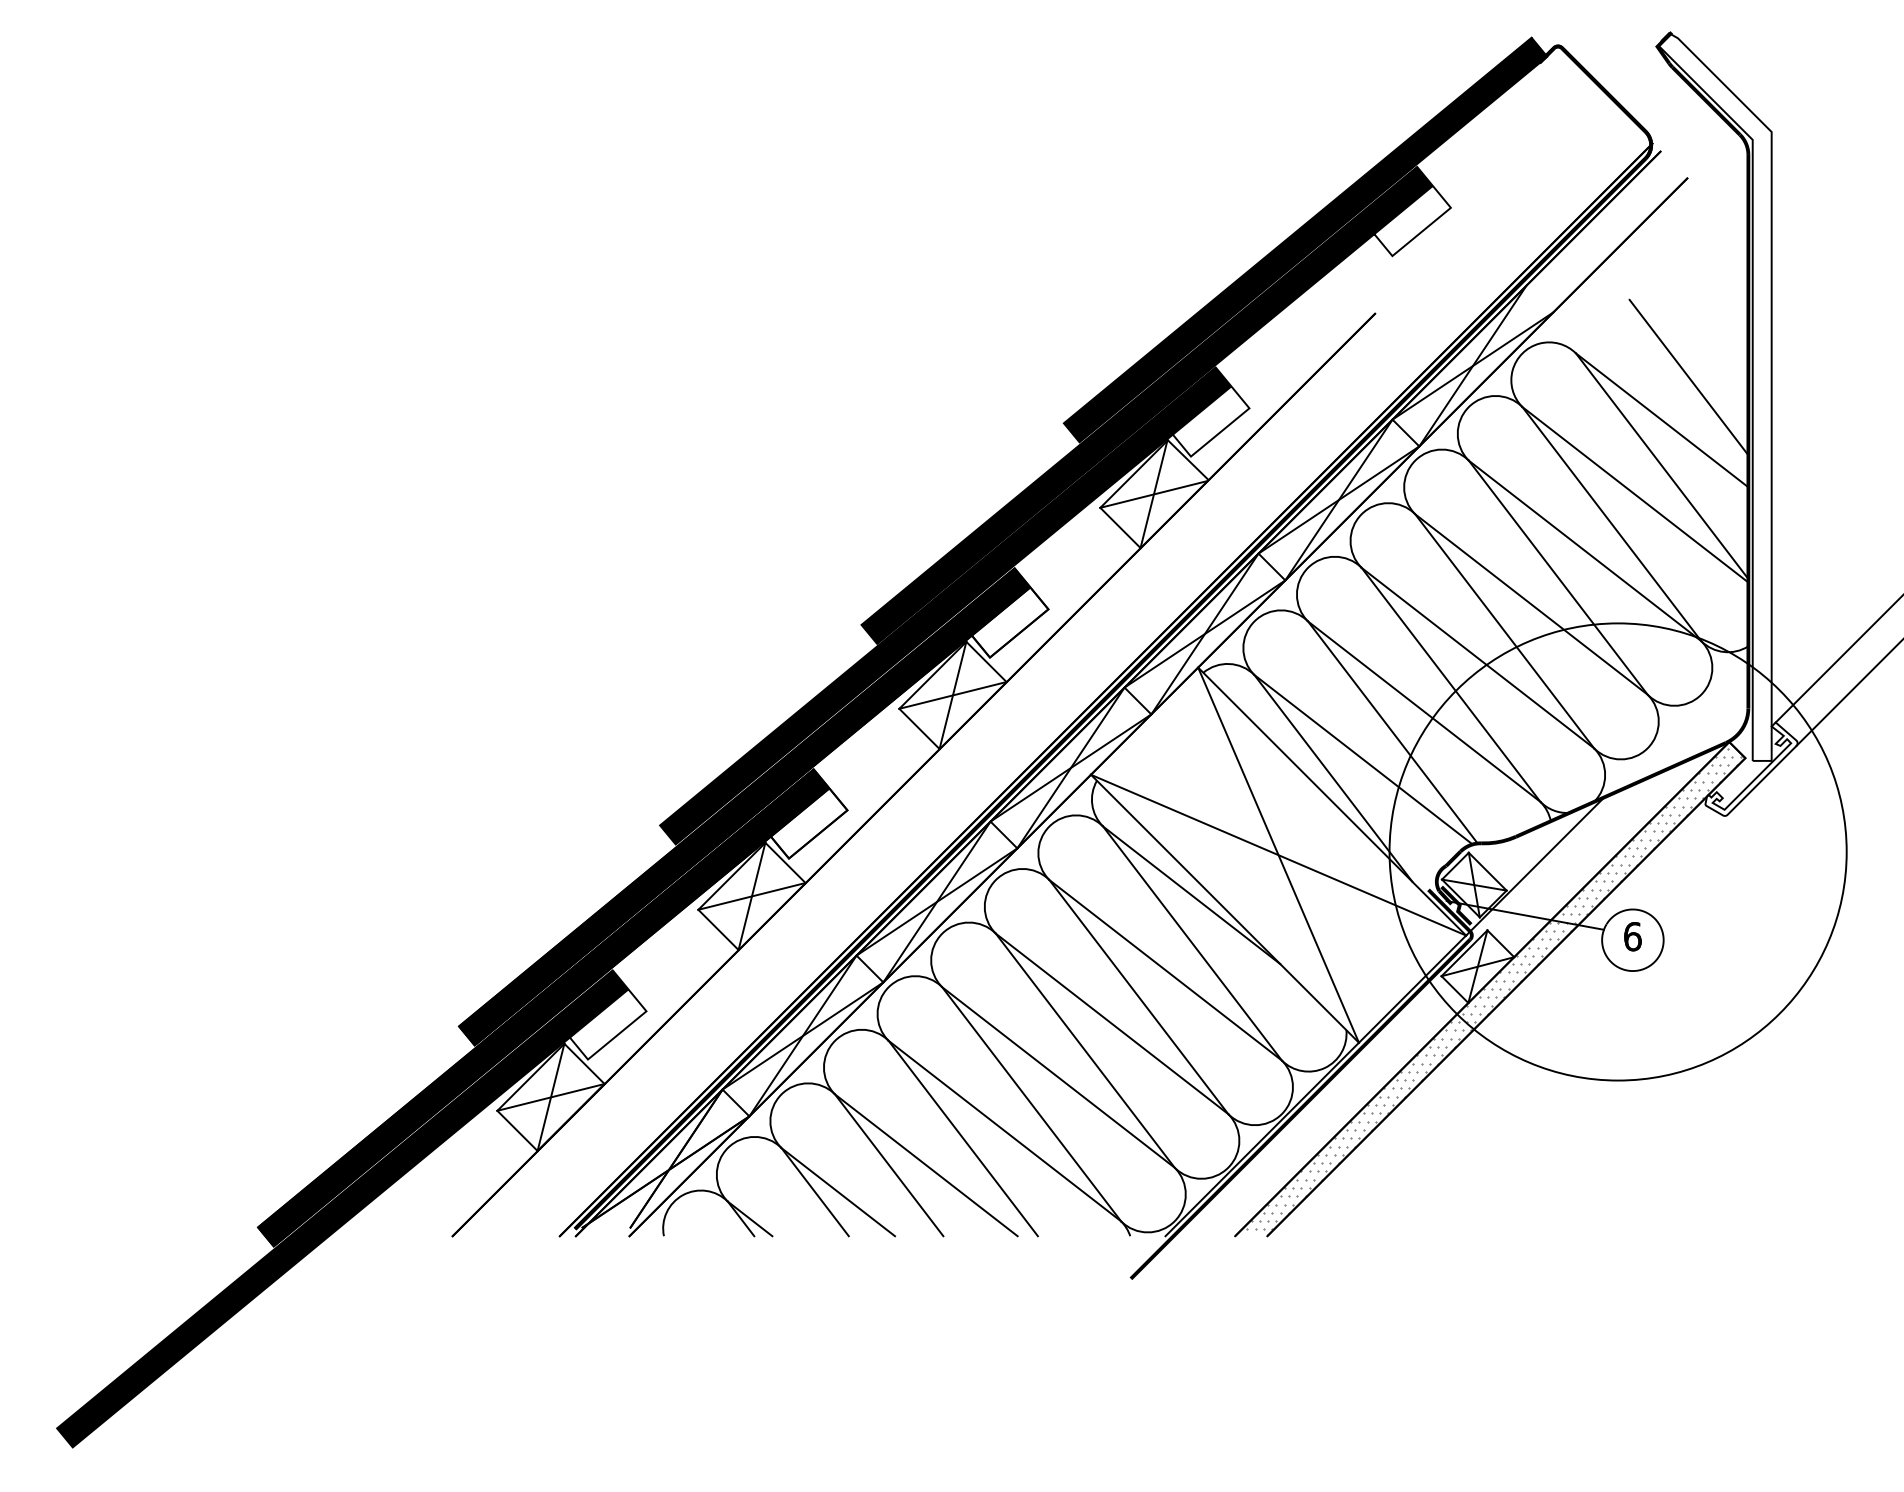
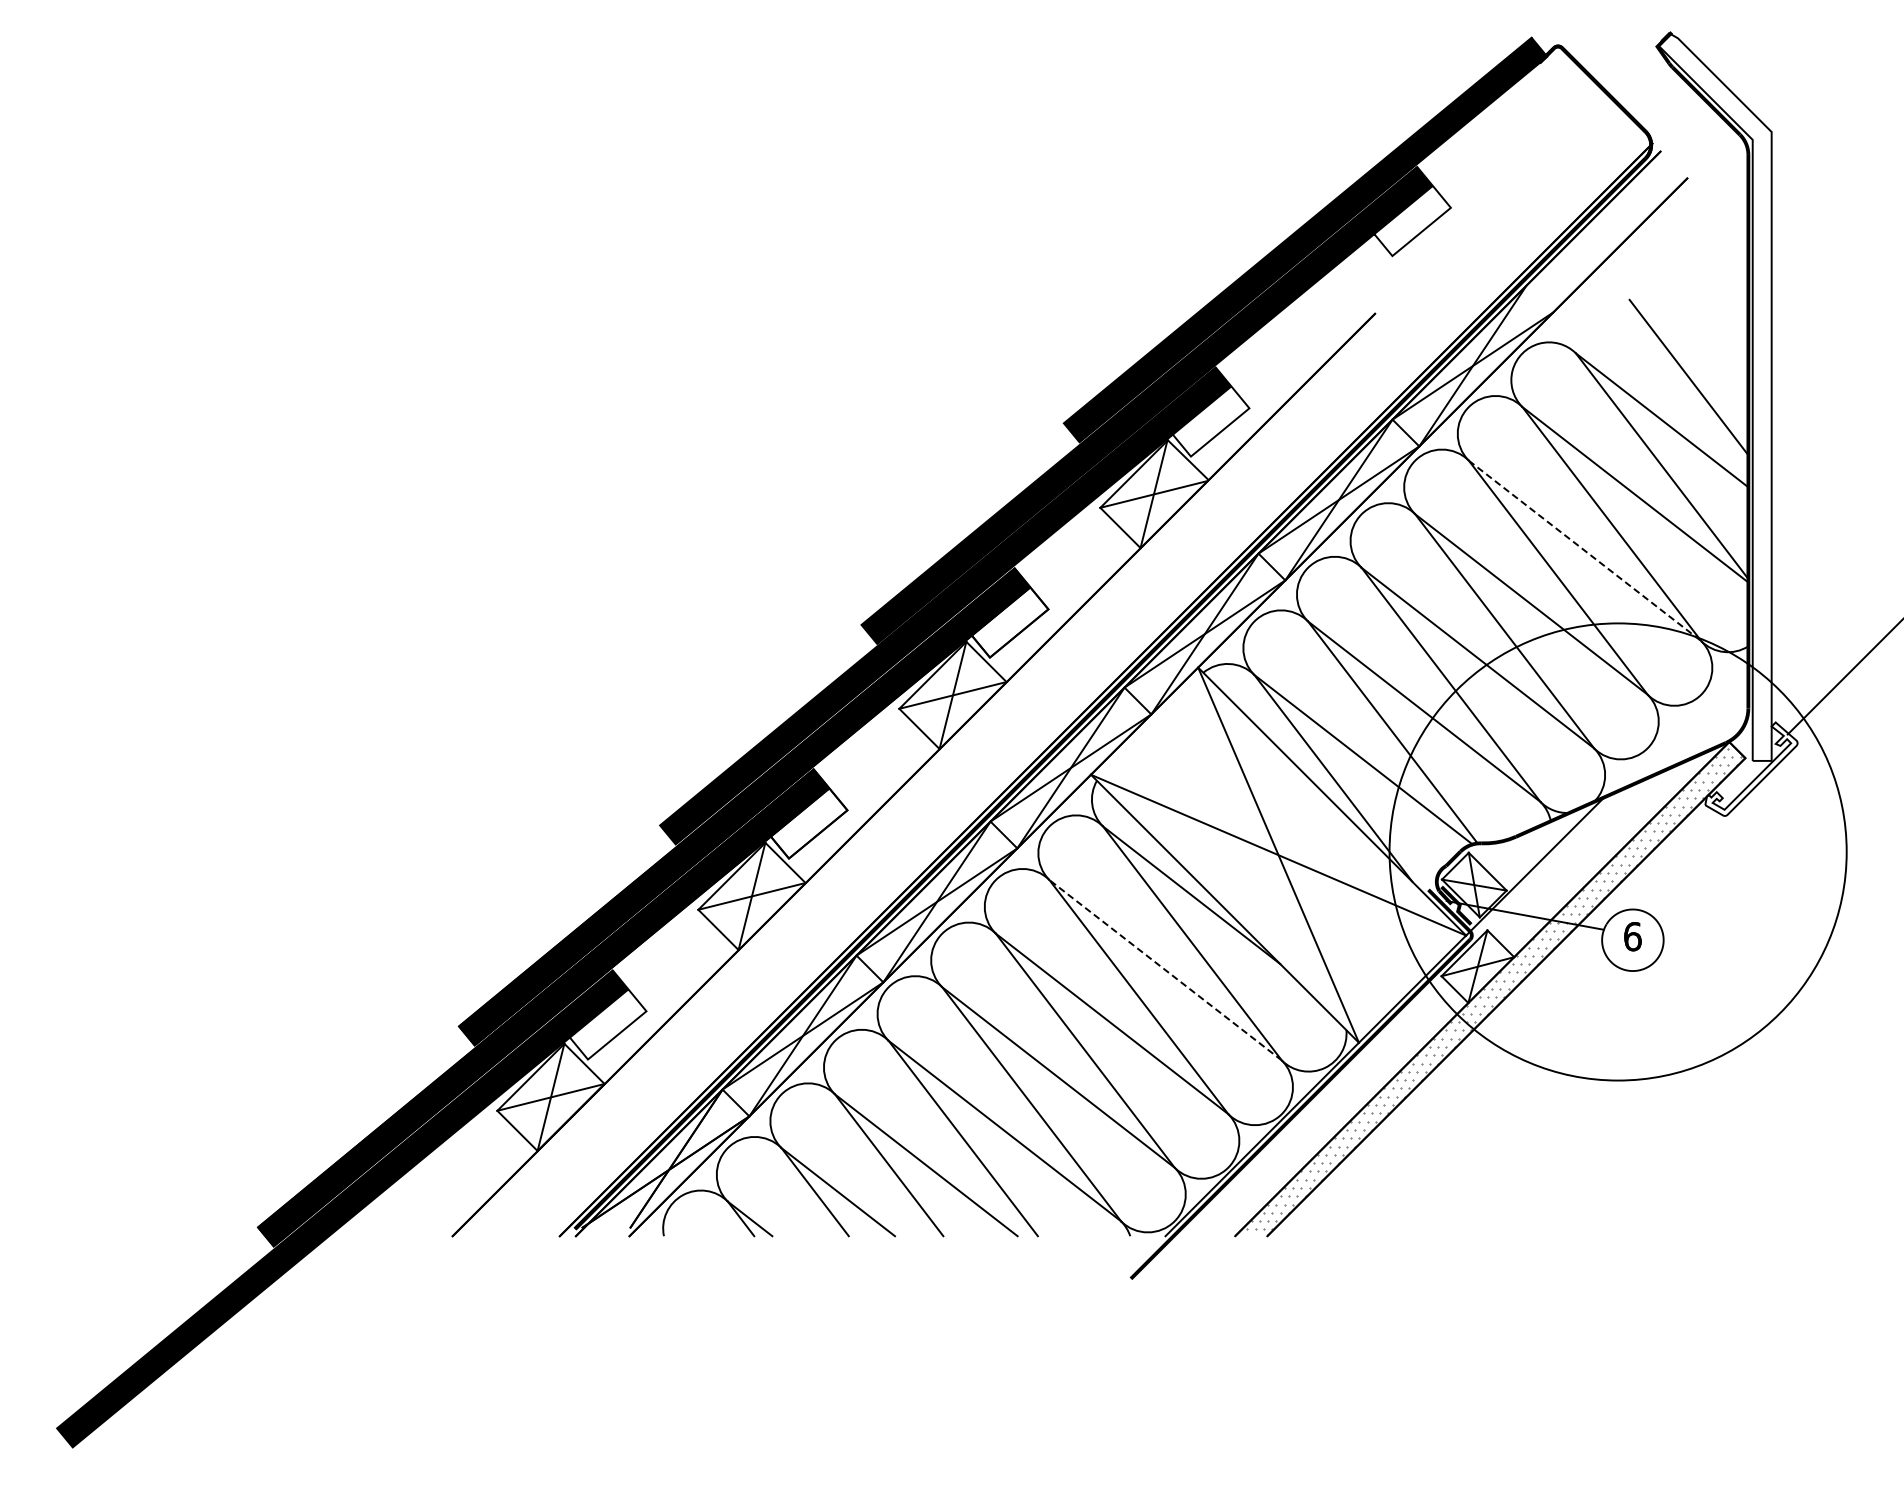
line at (1585, 551): solid -> dashed
line at (1837, 659) position: (1837, 659) -> (1843, 677)
line at (1848, 693): present -> none
line at (1165, 969): solid -> dashed
